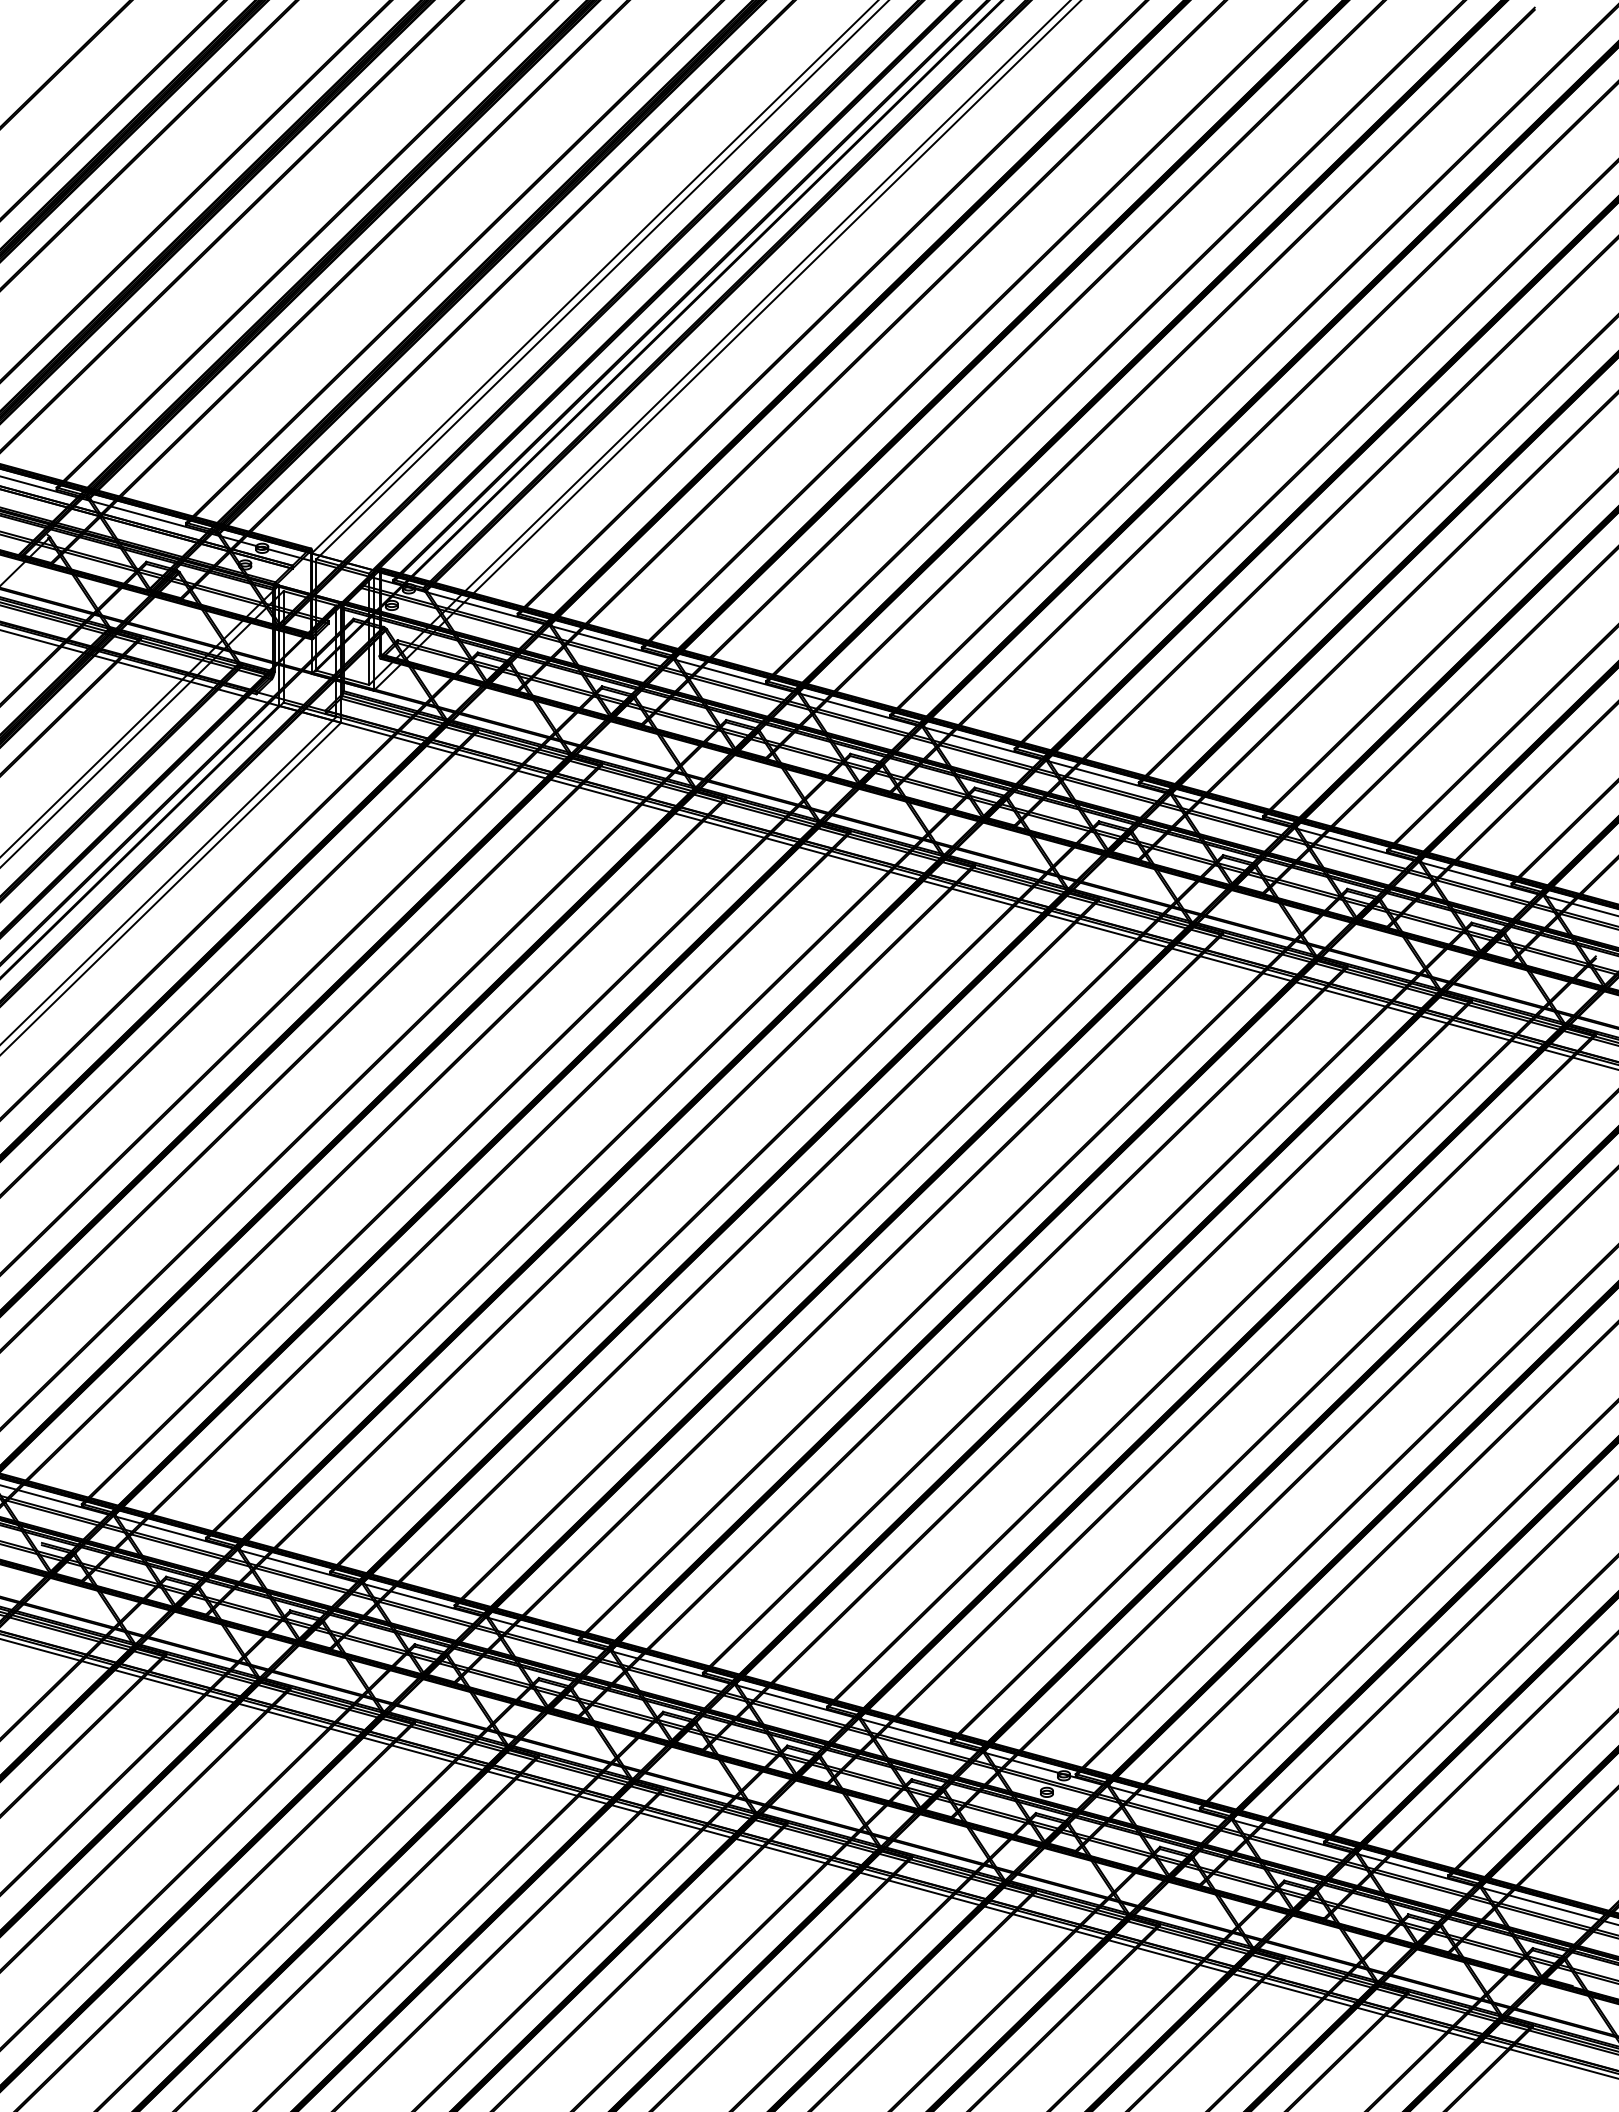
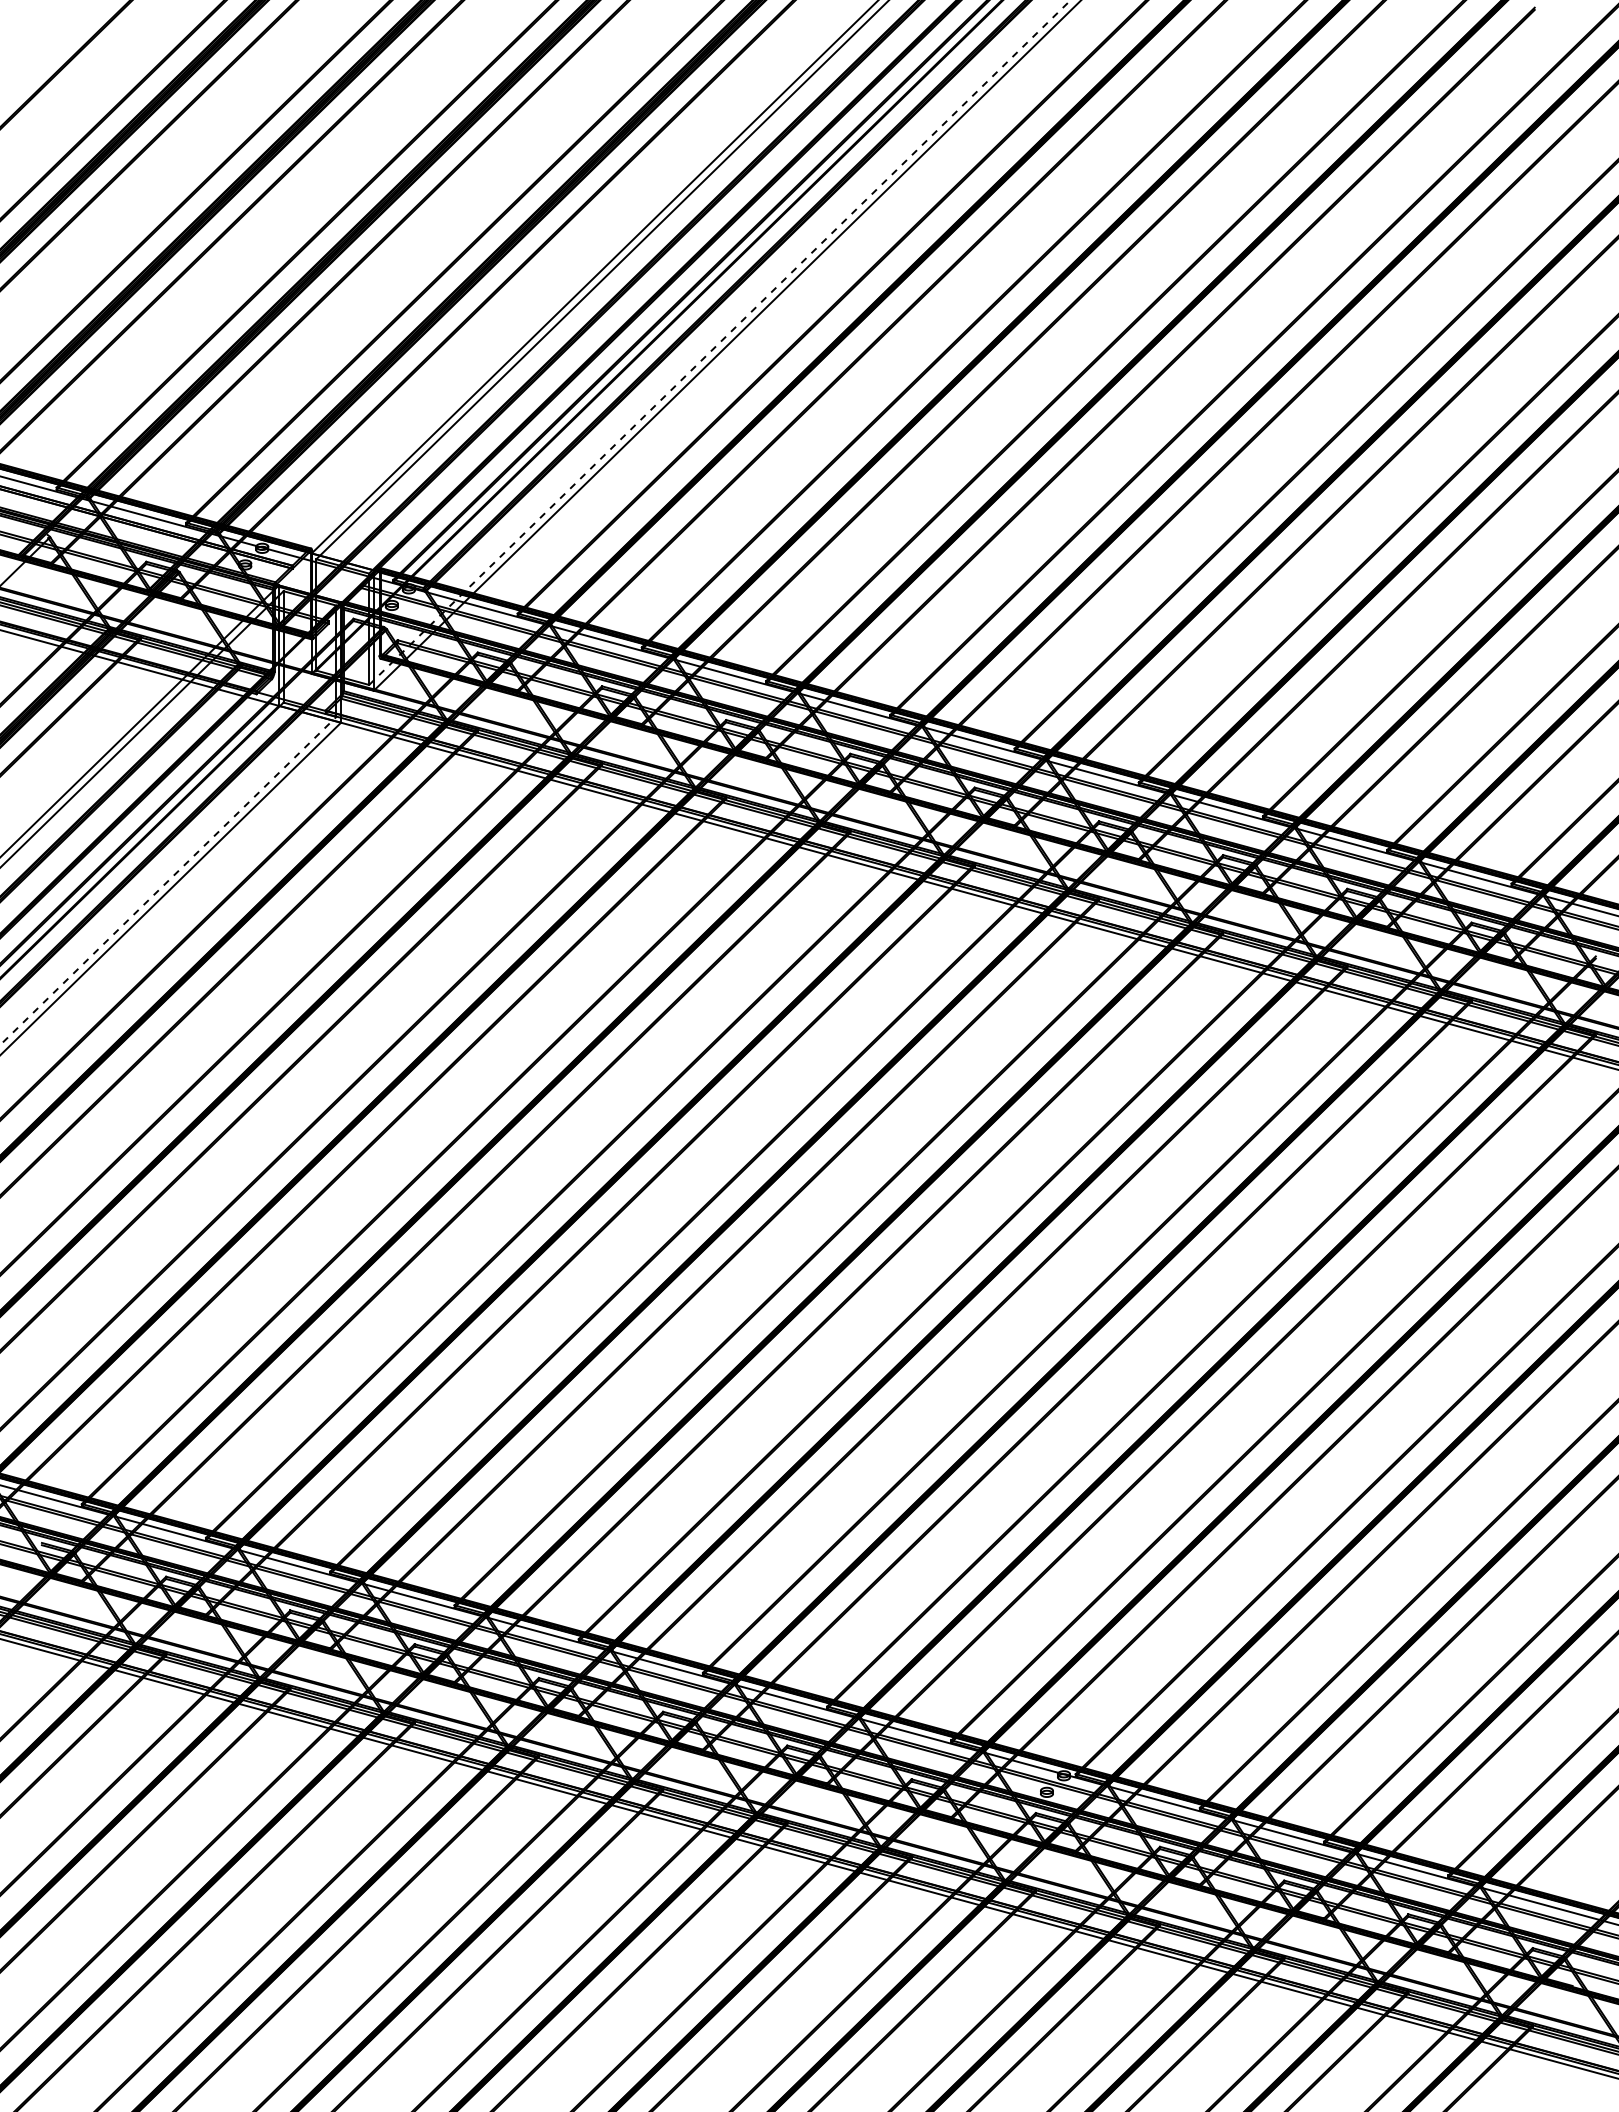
line at (719, 342): solid -> dashed
line at (168, 881): solid -> dashed
